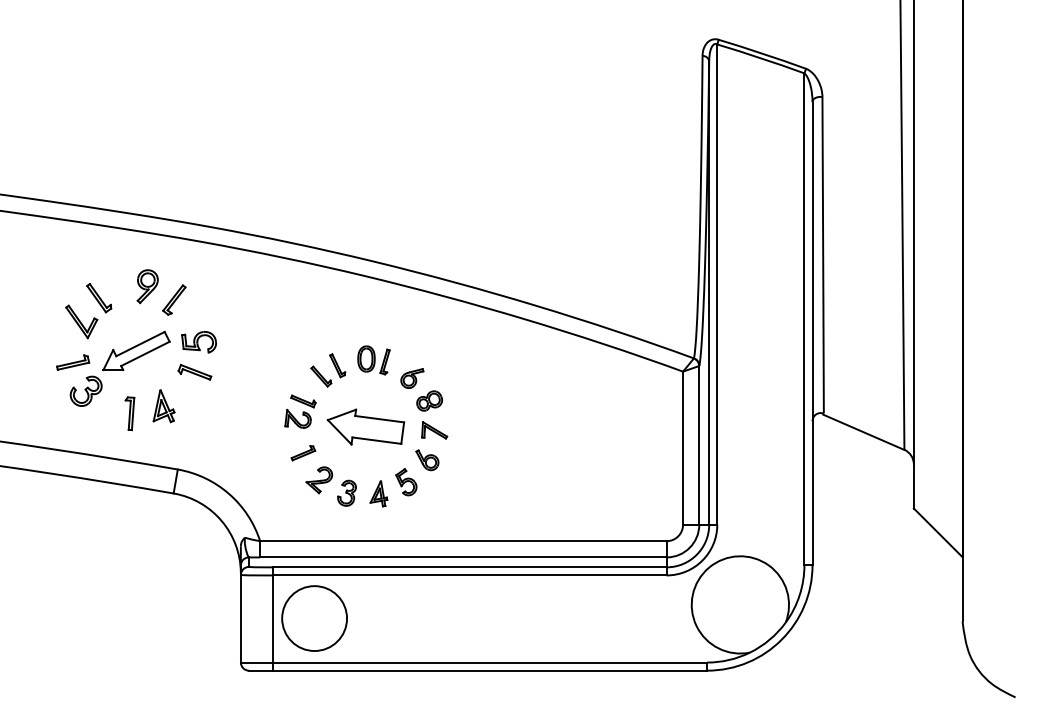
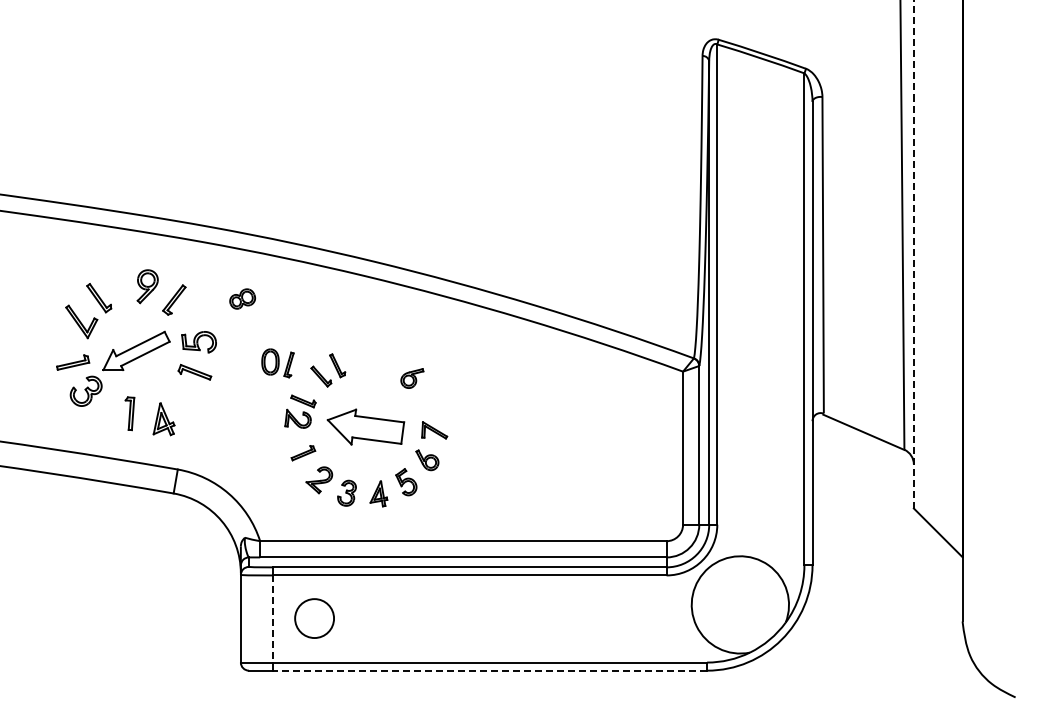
line at (913, 254): solid -> dashed
part at (373, 360) position: (373, 360) -> (277, 363)
part at (429, 400) position: (429, 400) -> (242, 298)
part at (163, 406) position: (163, 406) -> (163, 419)
circle at (314, 618) diameter: 65 px -> 39 px
line at (273, 619): solid -> dashed
line at (490, 670): solid -> dashed
